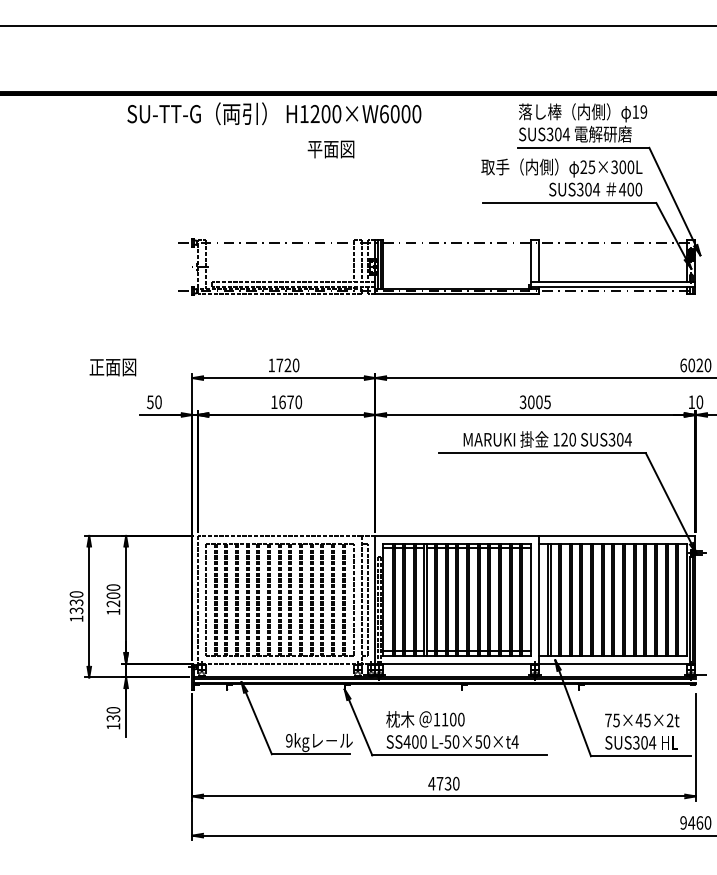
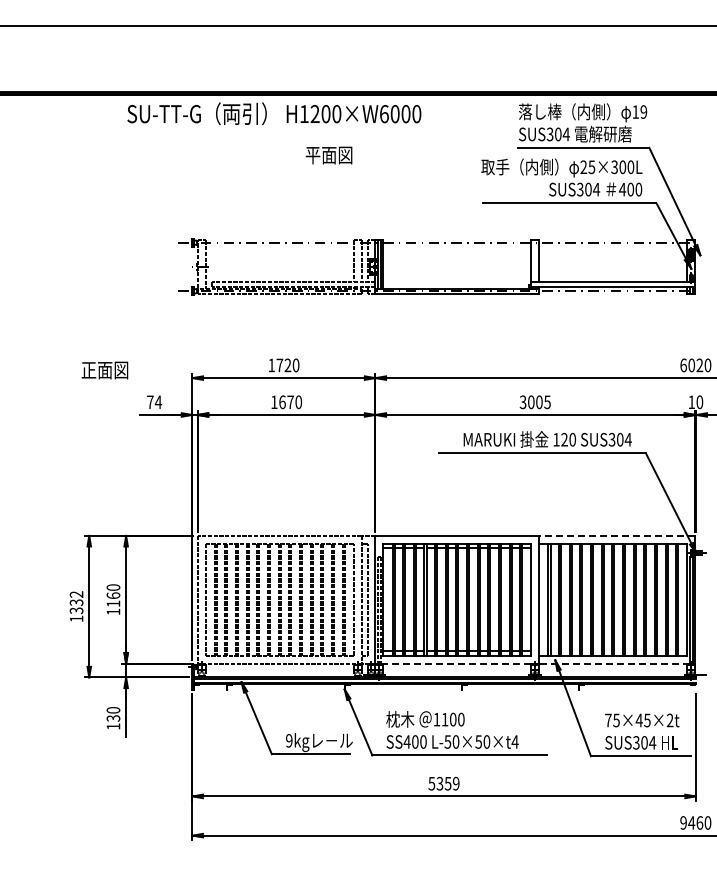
text at (330, 149) position: (330, 149) -> (328, 155)
text at (112, 367) position: (112, 367) -> (104, 370)
text at (154, 402): 50 -> 74
line at (617, 535): solid -> dashed
text at (76, 594): 1330 -> 1332
text at (113, 599): 1200 -> 1160
line at (453, 663): solid -> dashed
line at (614, 663): solid -> dashed
text at (443, 783): 4730 -> 5359
